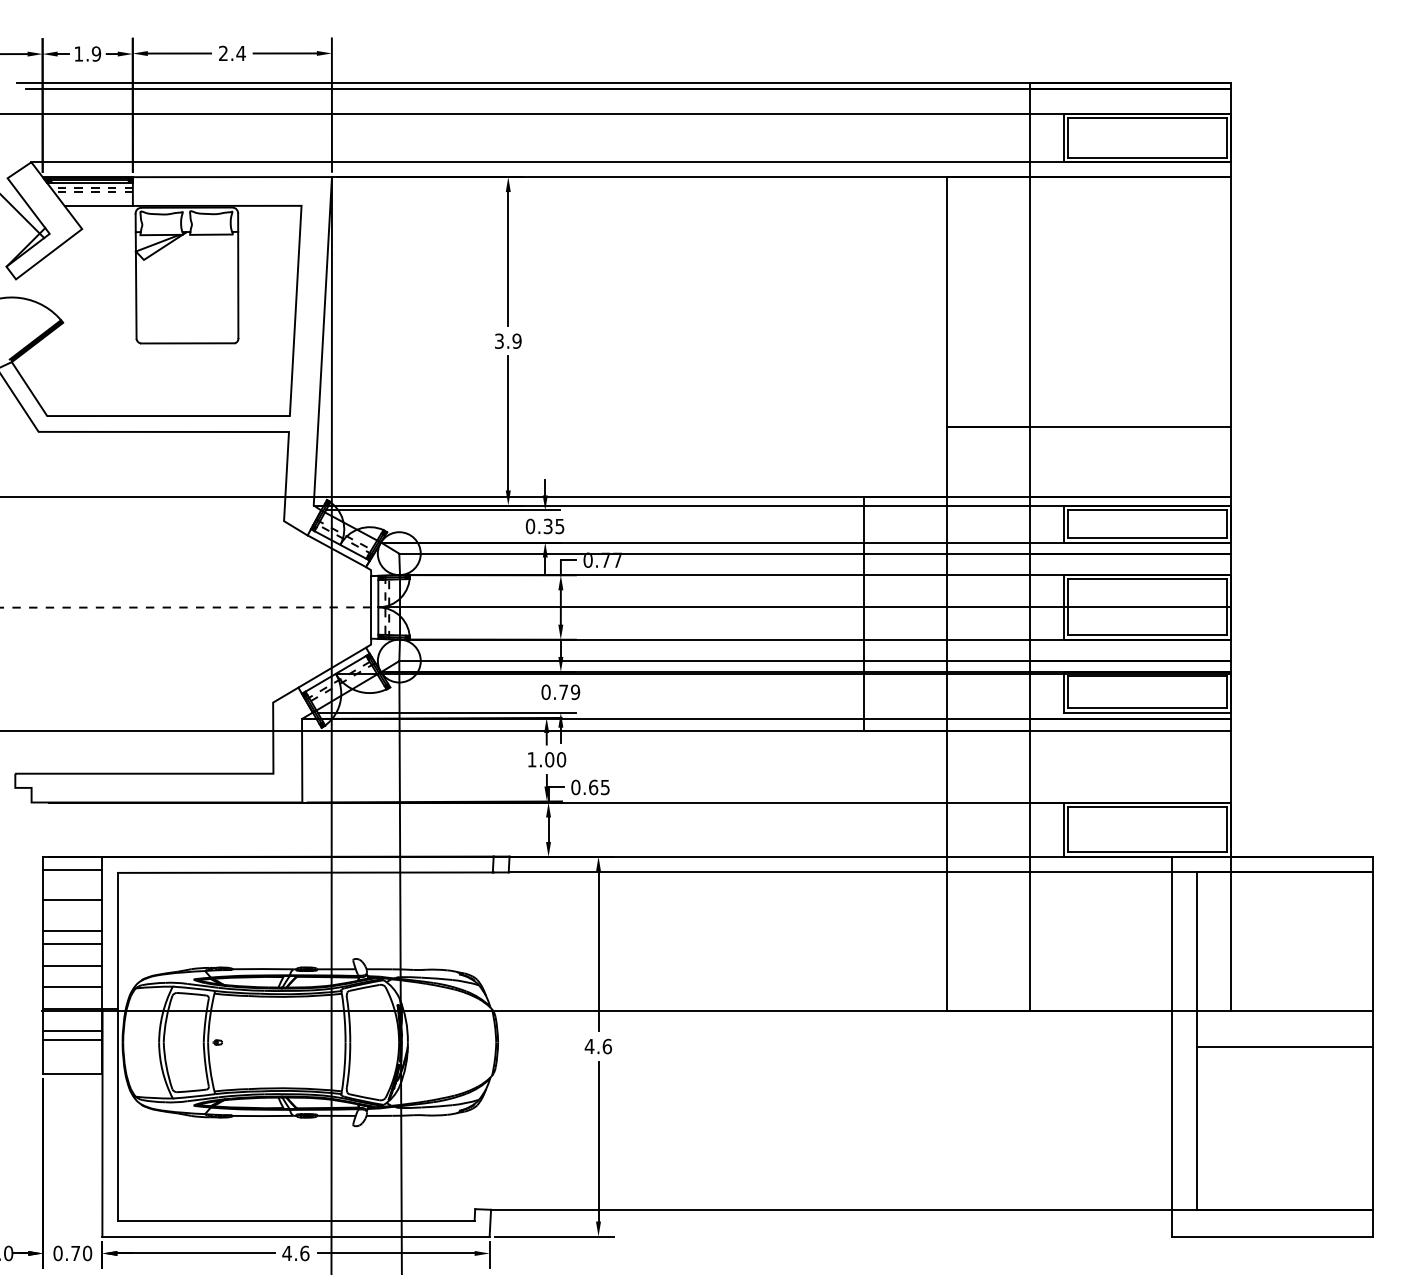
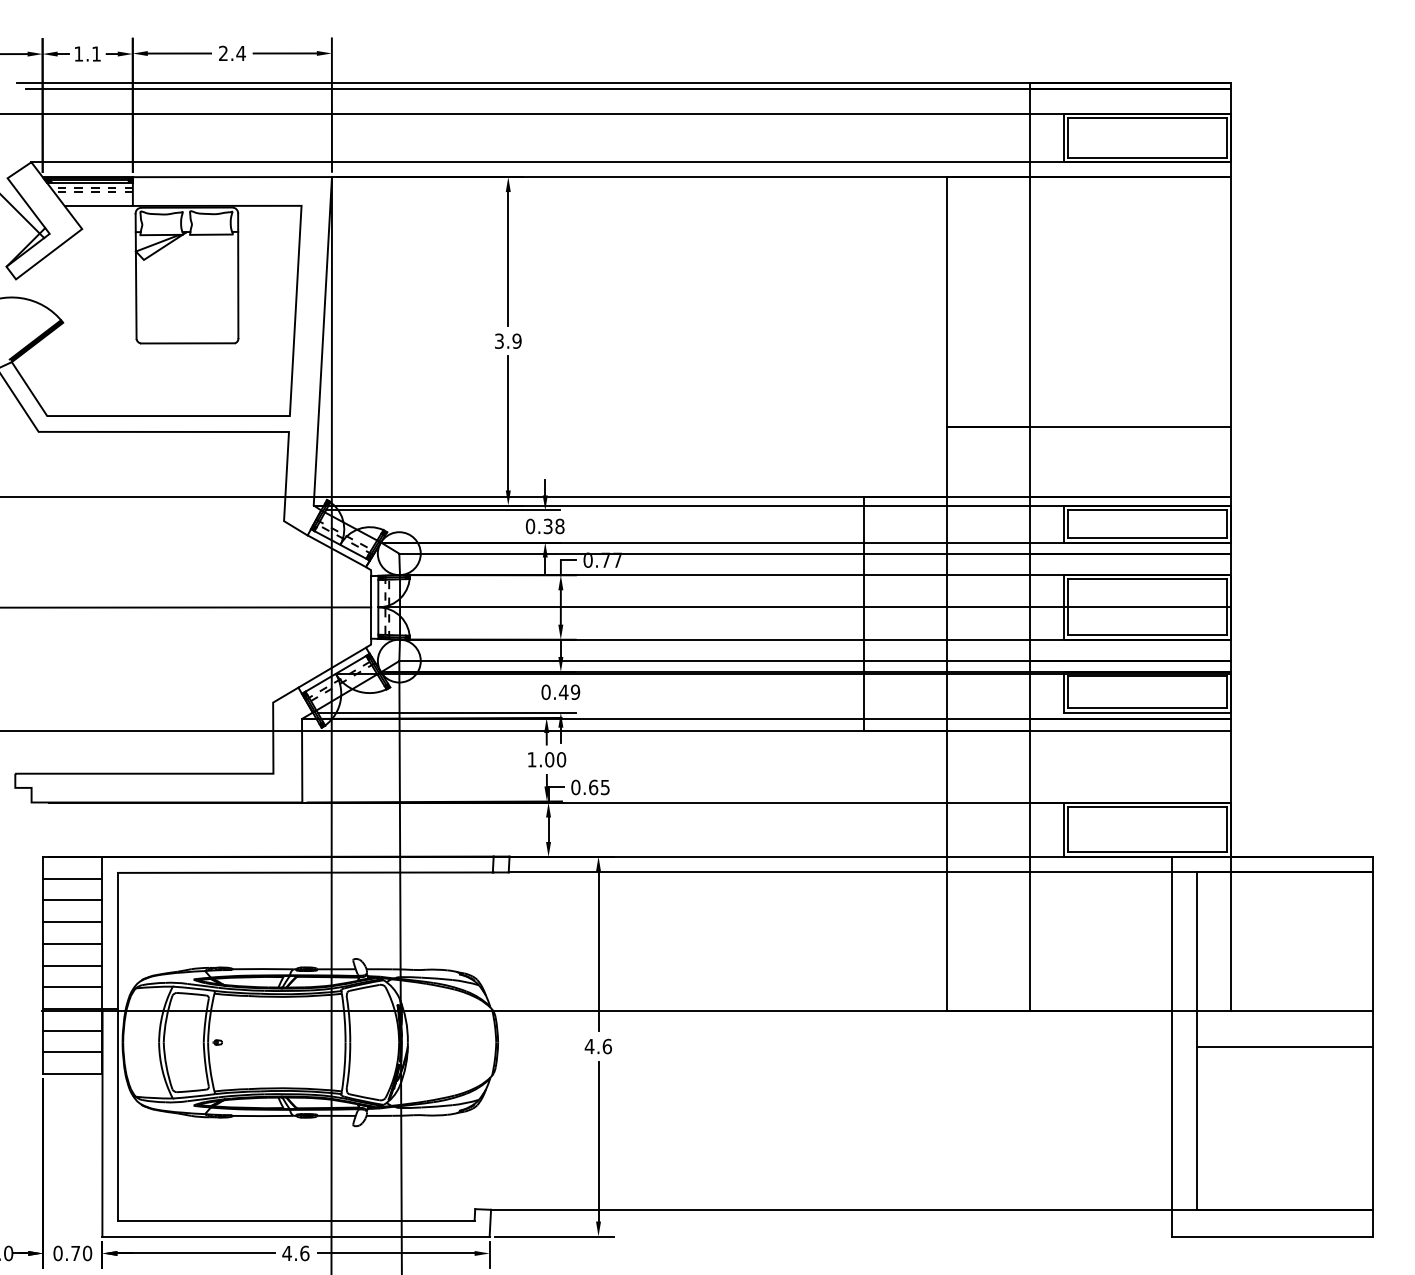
text at (96, 53): 1.9 -> 1.1
text at (559, 526): 0.35 -> 0.38
line at (185, 607): dashed -> solid
text at (563, 691): 0.79 -> 0.49
line at (72, 869) position: (72, 869) -> (72, 878)
line at (72, 931) position: (72, 931) -> (72, 922)
line at (72, 1040) position: (72, 1040) -> (72, 1052)
